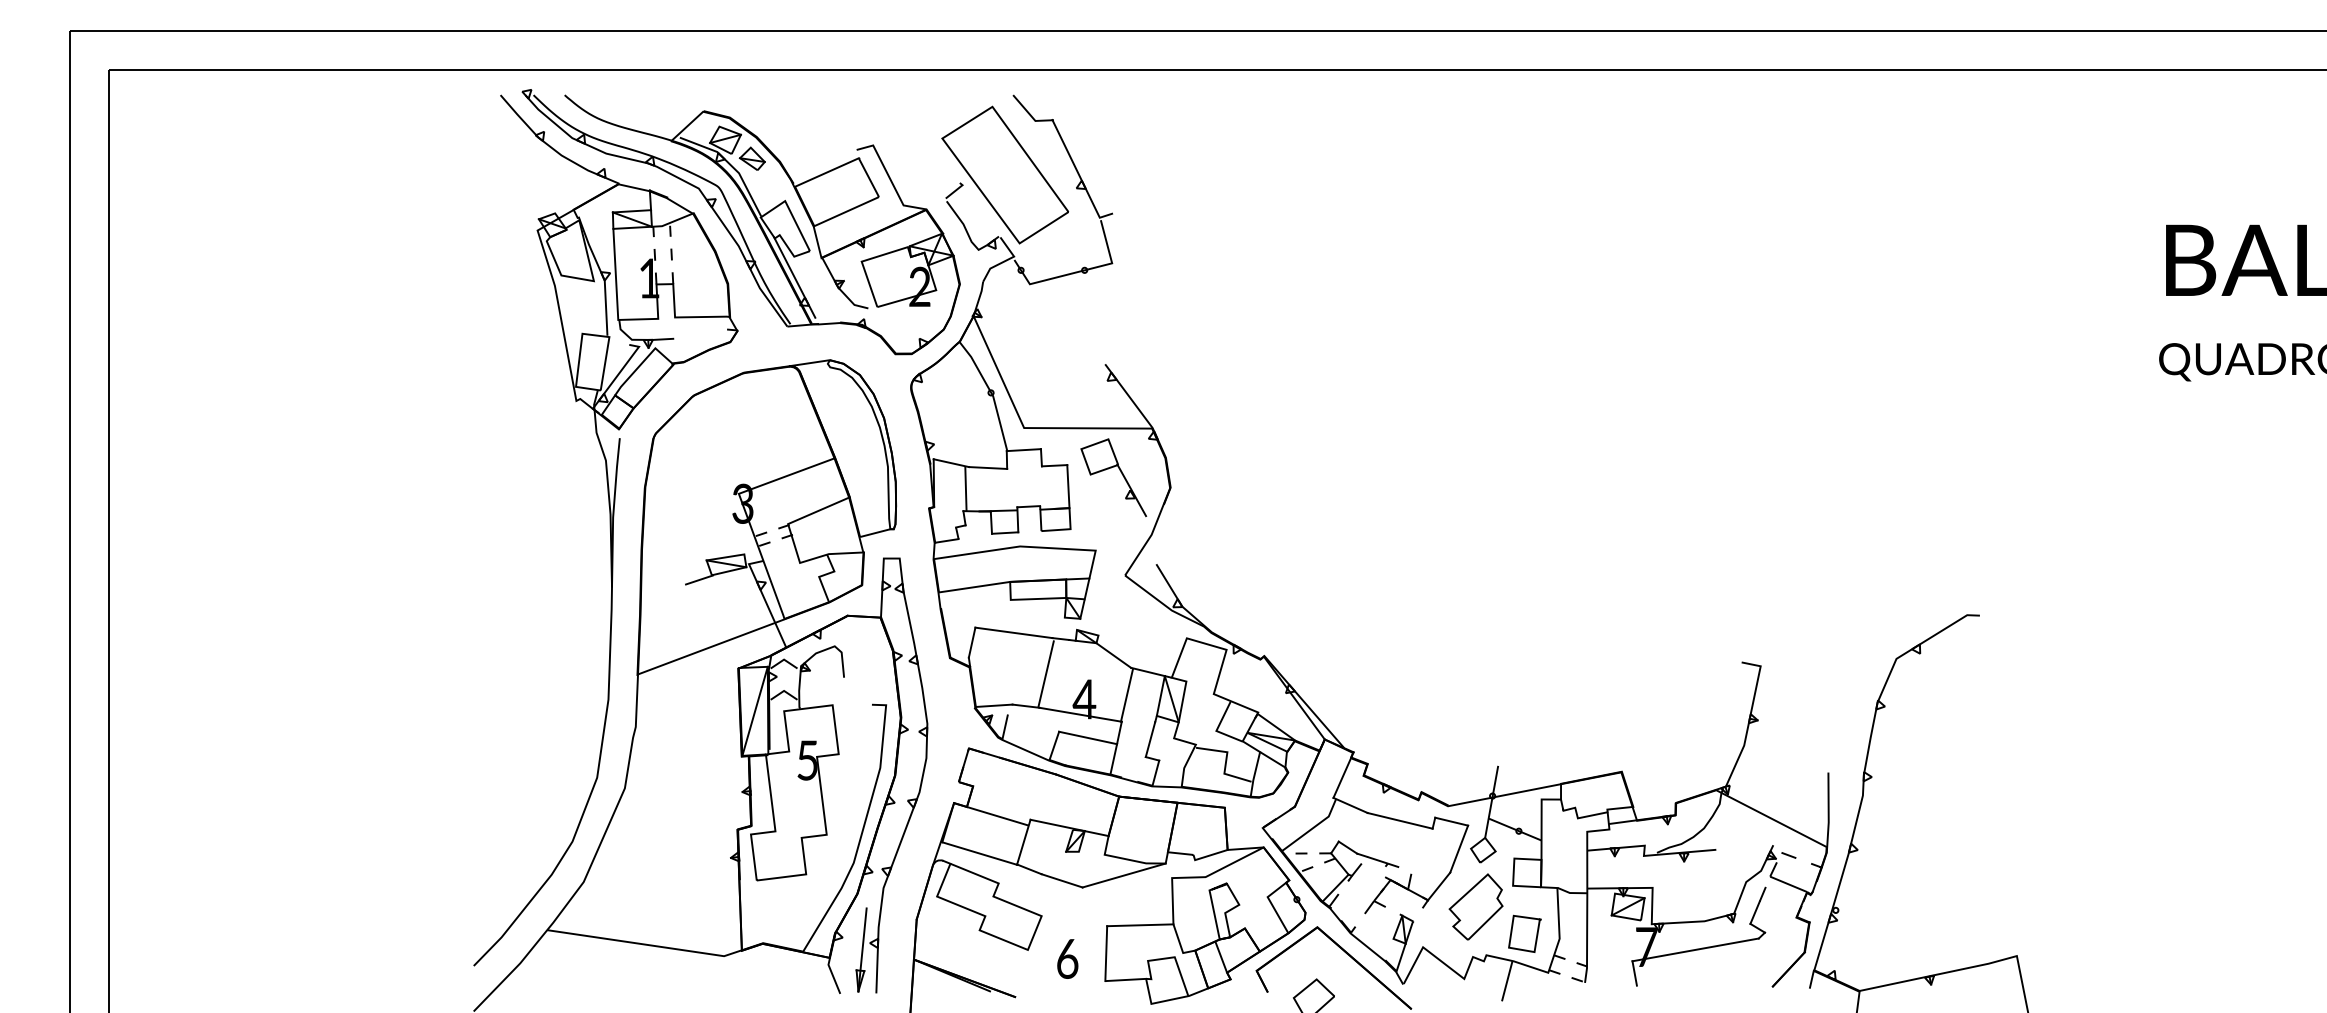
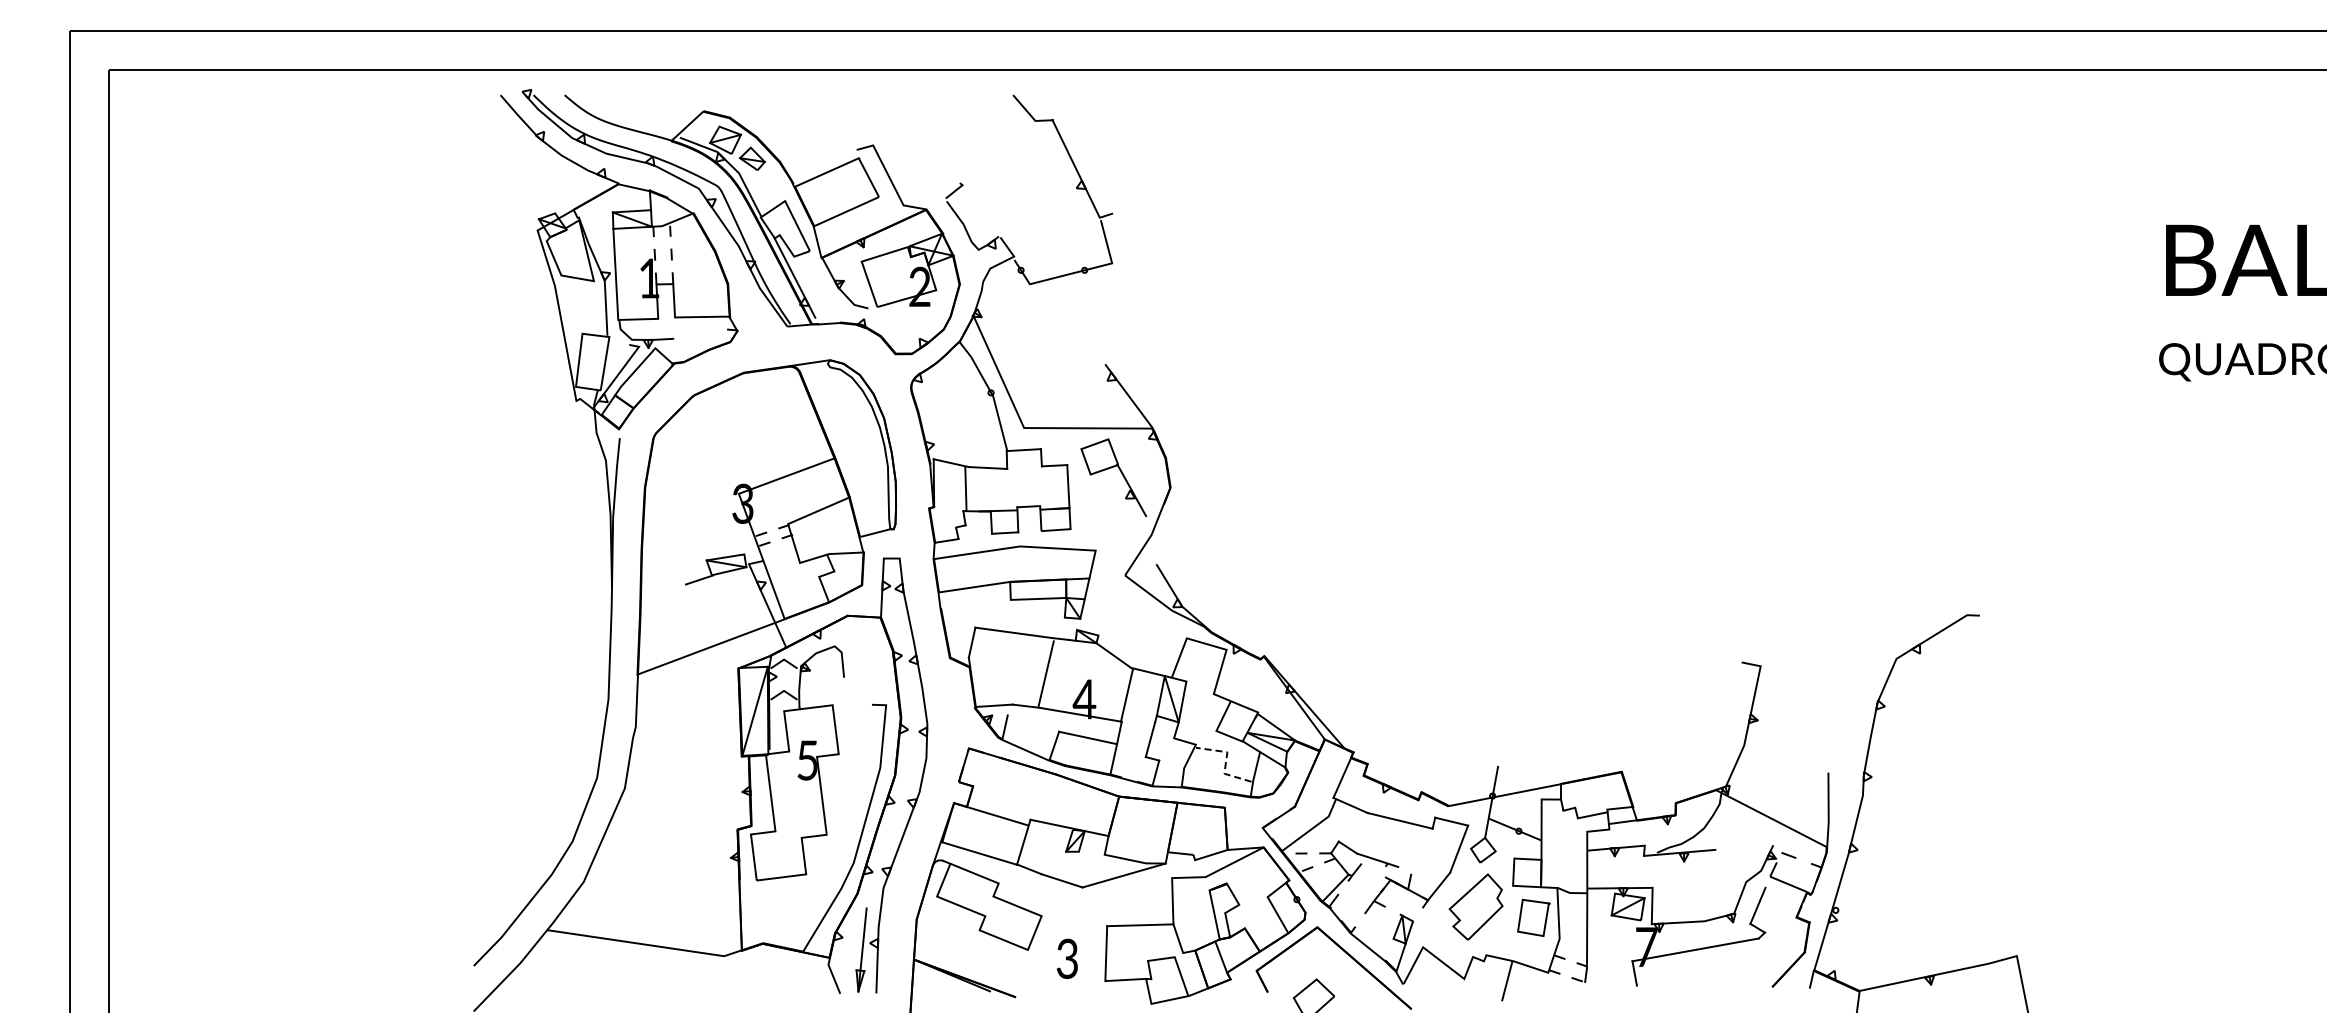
part at (1005, 174): present -> none
line at (1226, 761): solid -> dashed
line at (1536, 933) position: (1536, 933) -> (1545, 917)
text at (1067, 958): 6 -> 3
